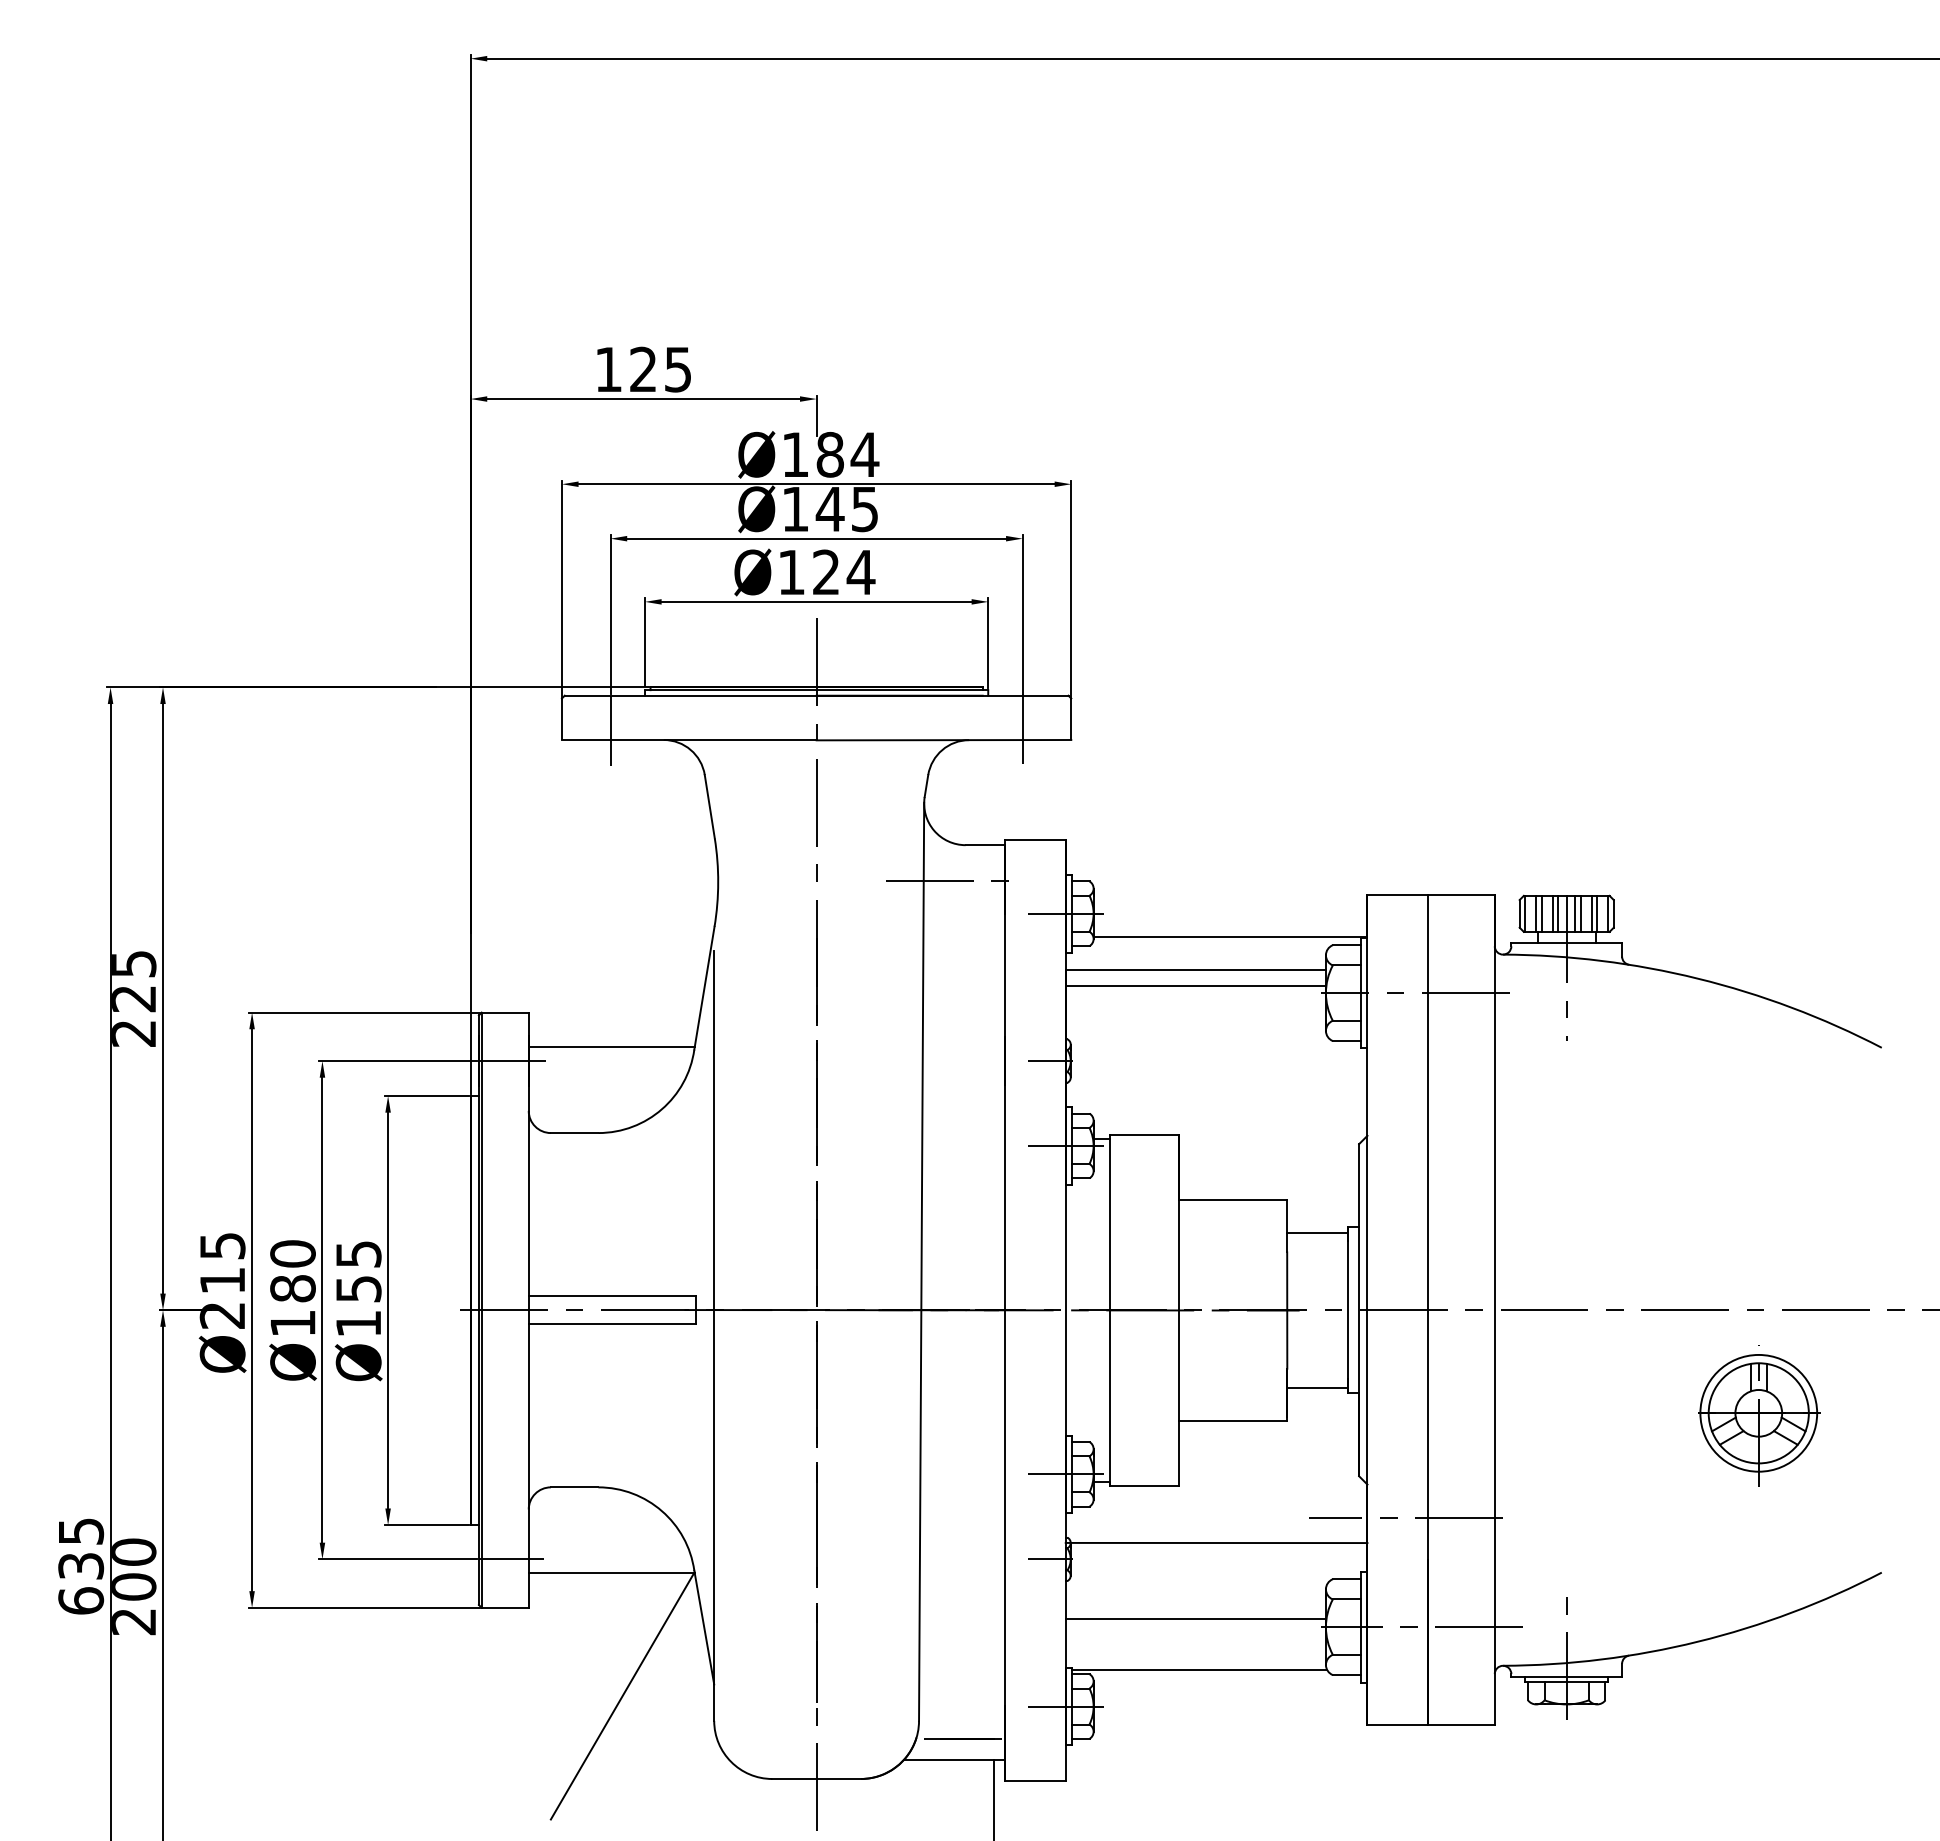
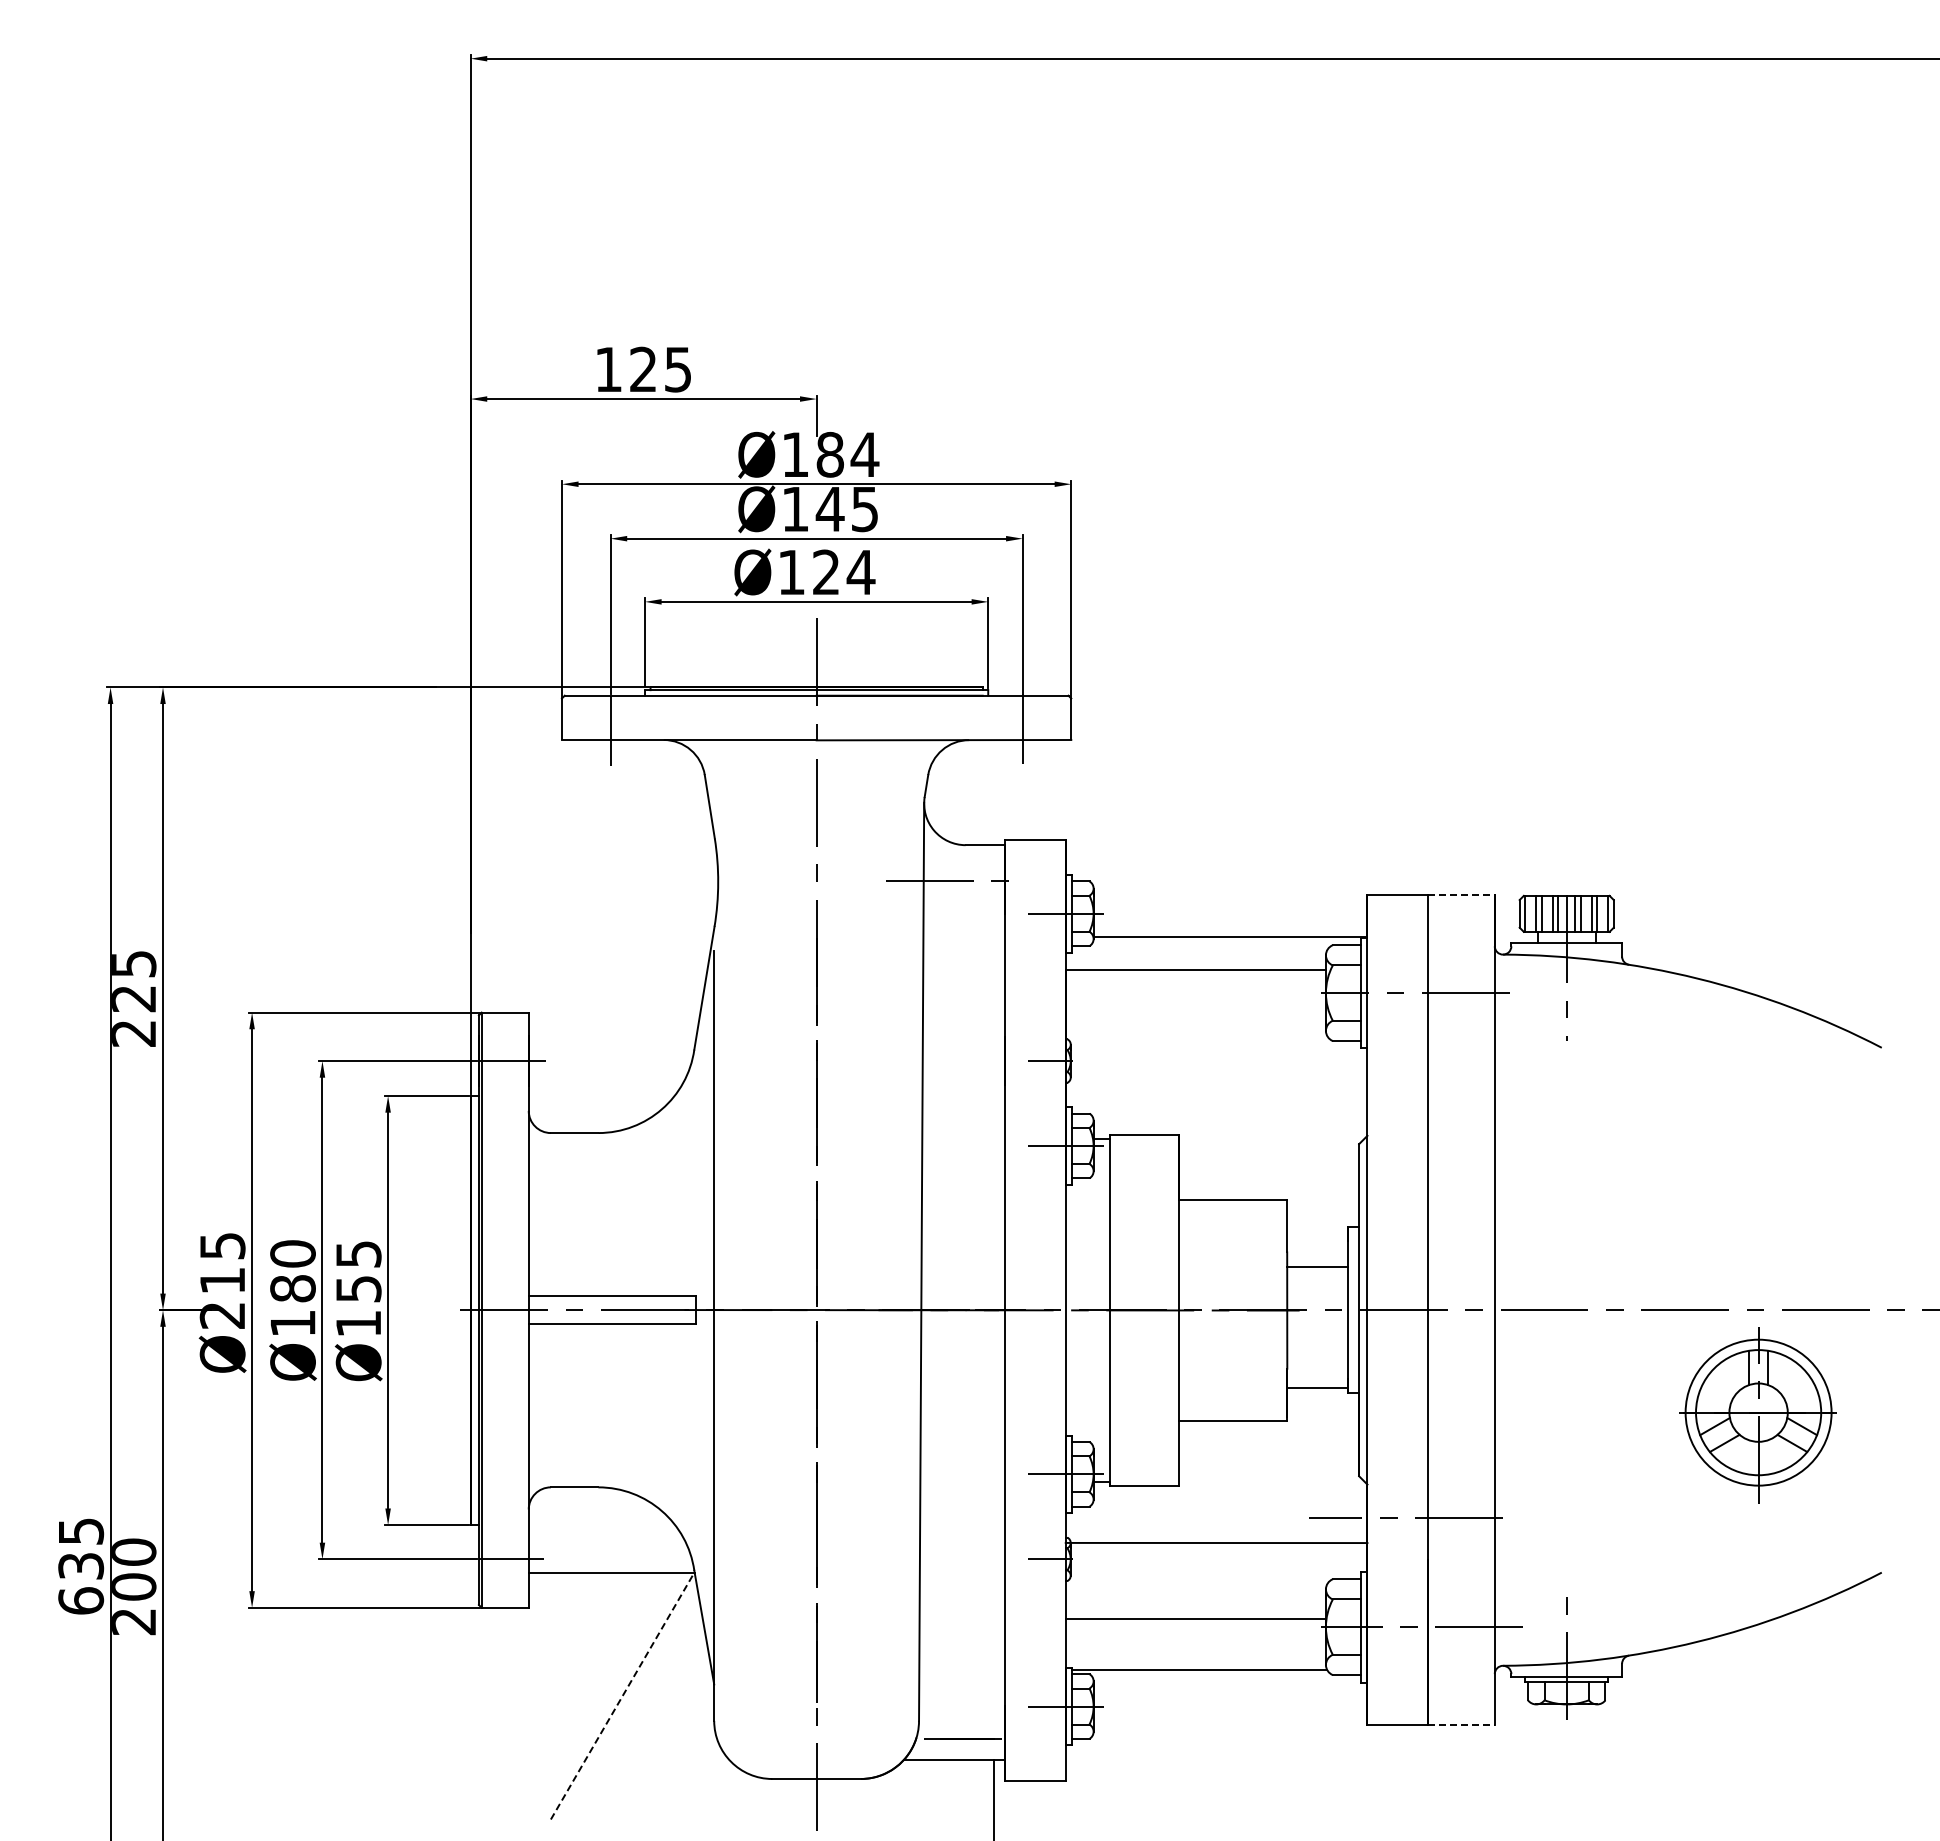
line at (1462, 895): solid -> dashed
line at (1195, 986): present -> none
line at (611, 1047): present -> none
line at (1317, 1232) position: (1317, 1232) -> (1317, 1266)
part at (1759, 1415) size: 123x142 px -> 158x177 px
line at (622, 1695): solid -> dashed
line at (1462, 1725): solid -> dashed
